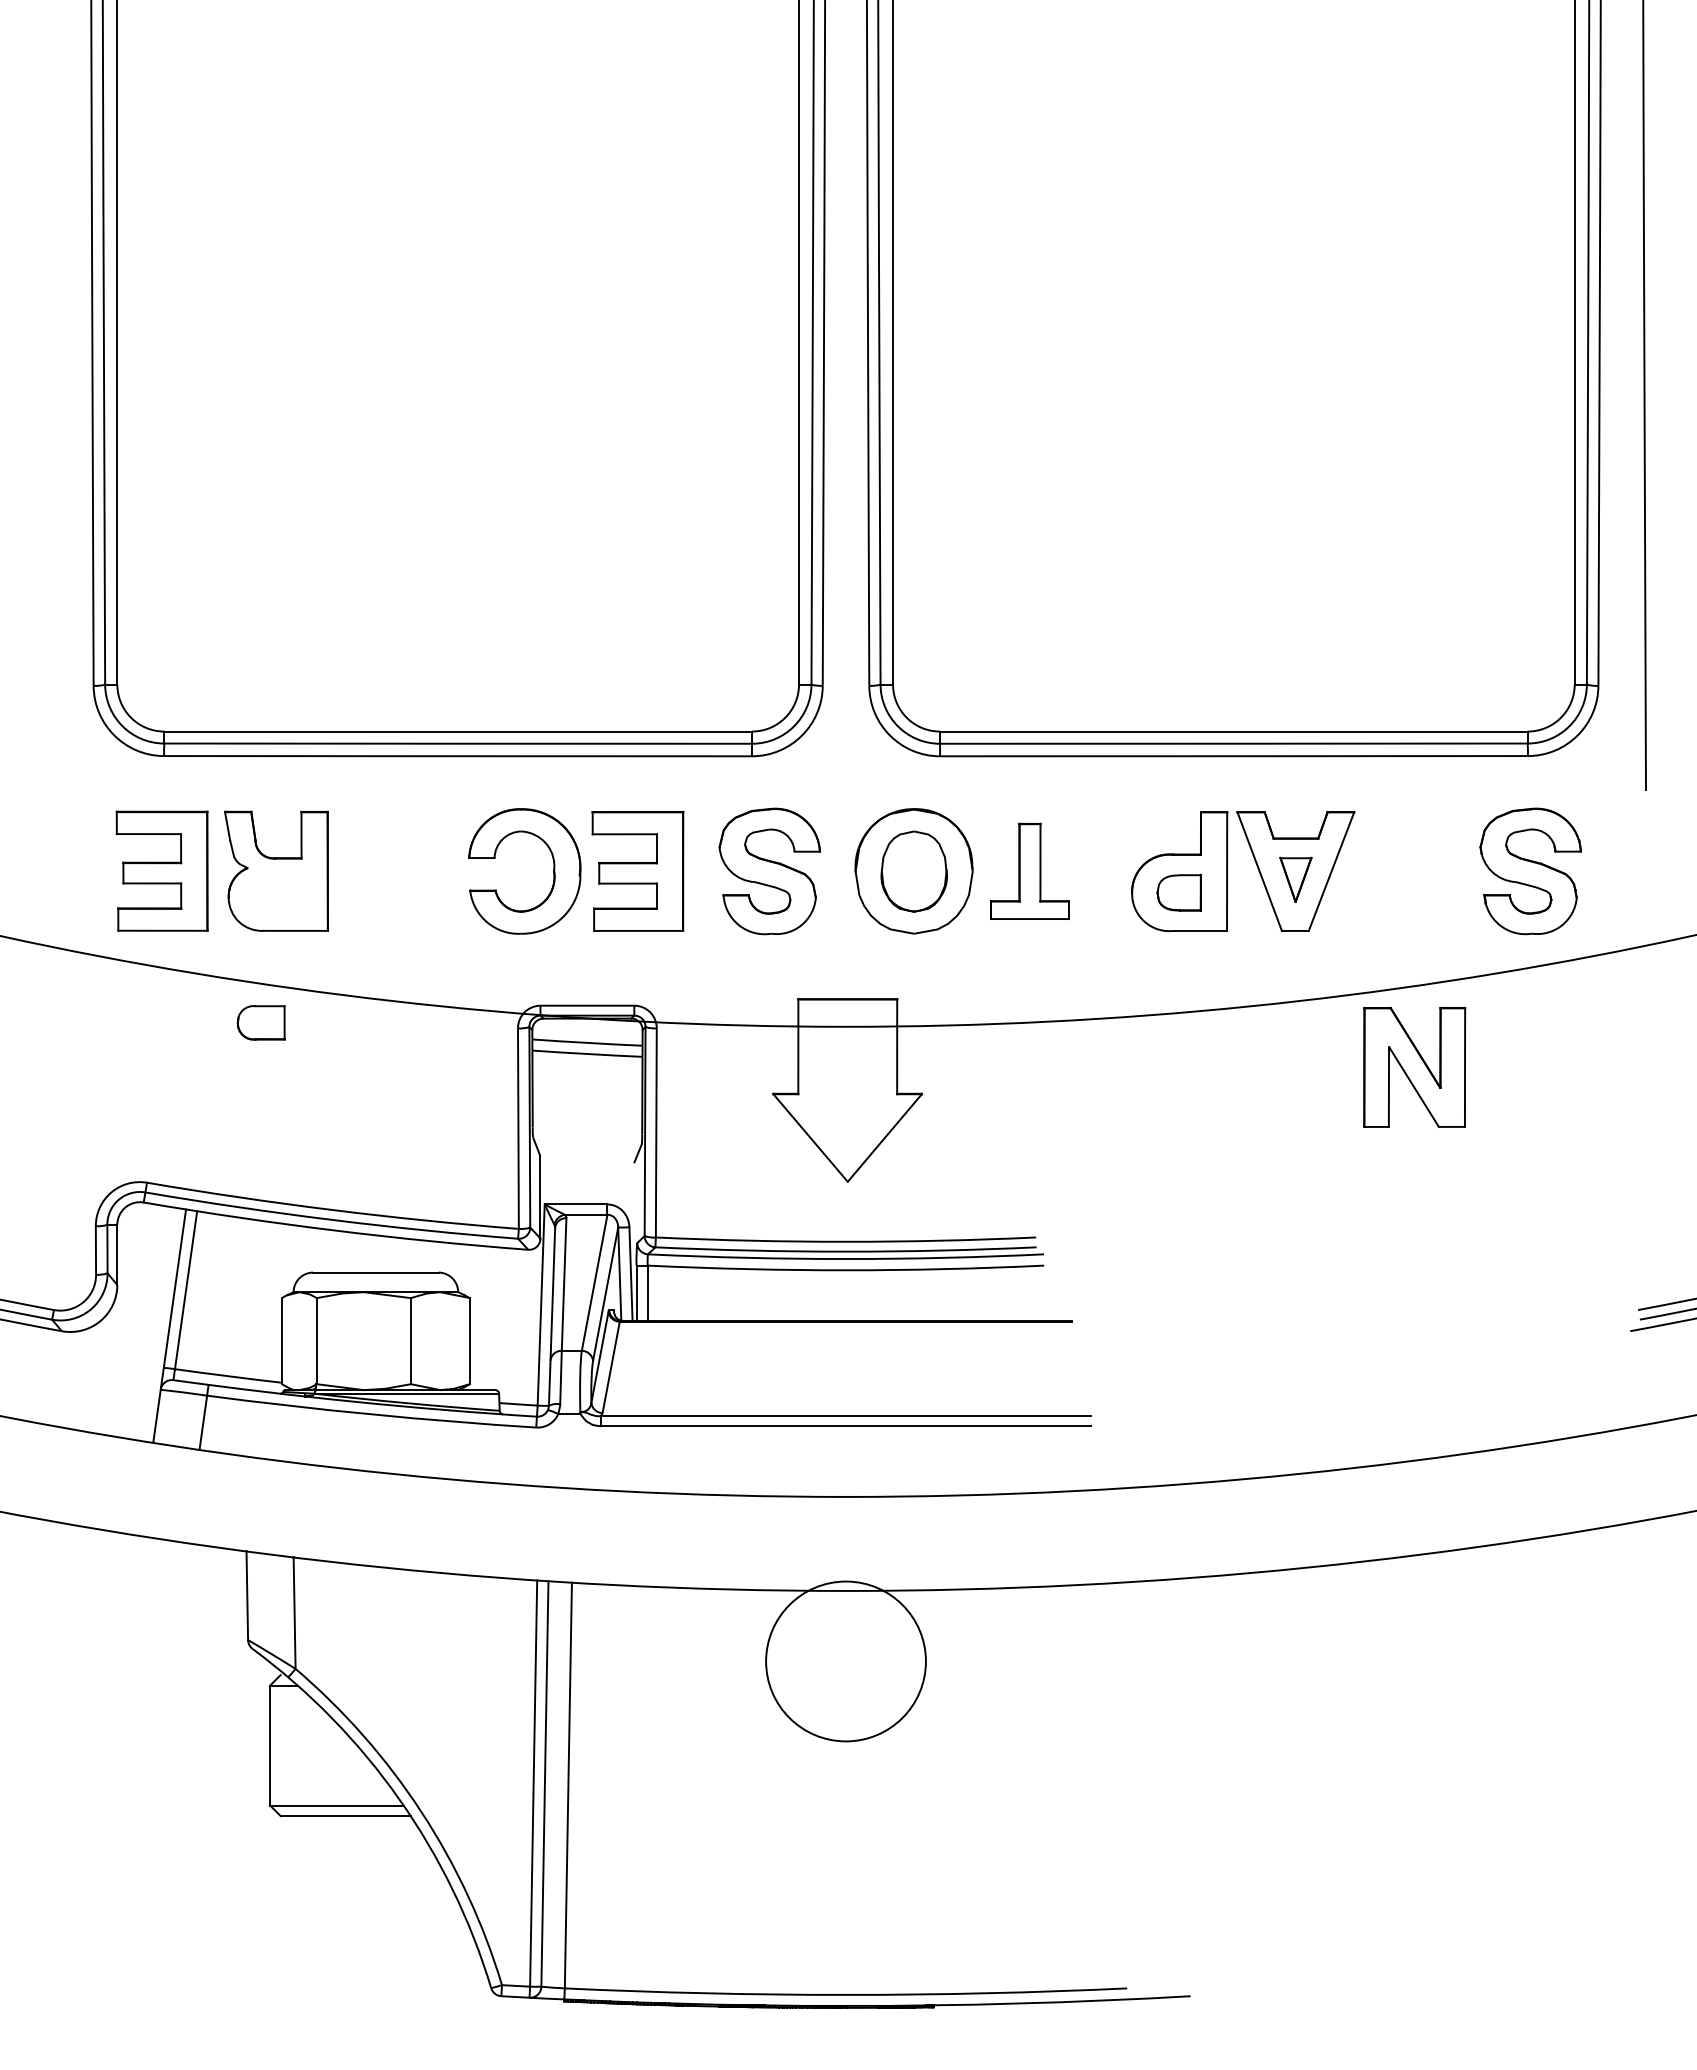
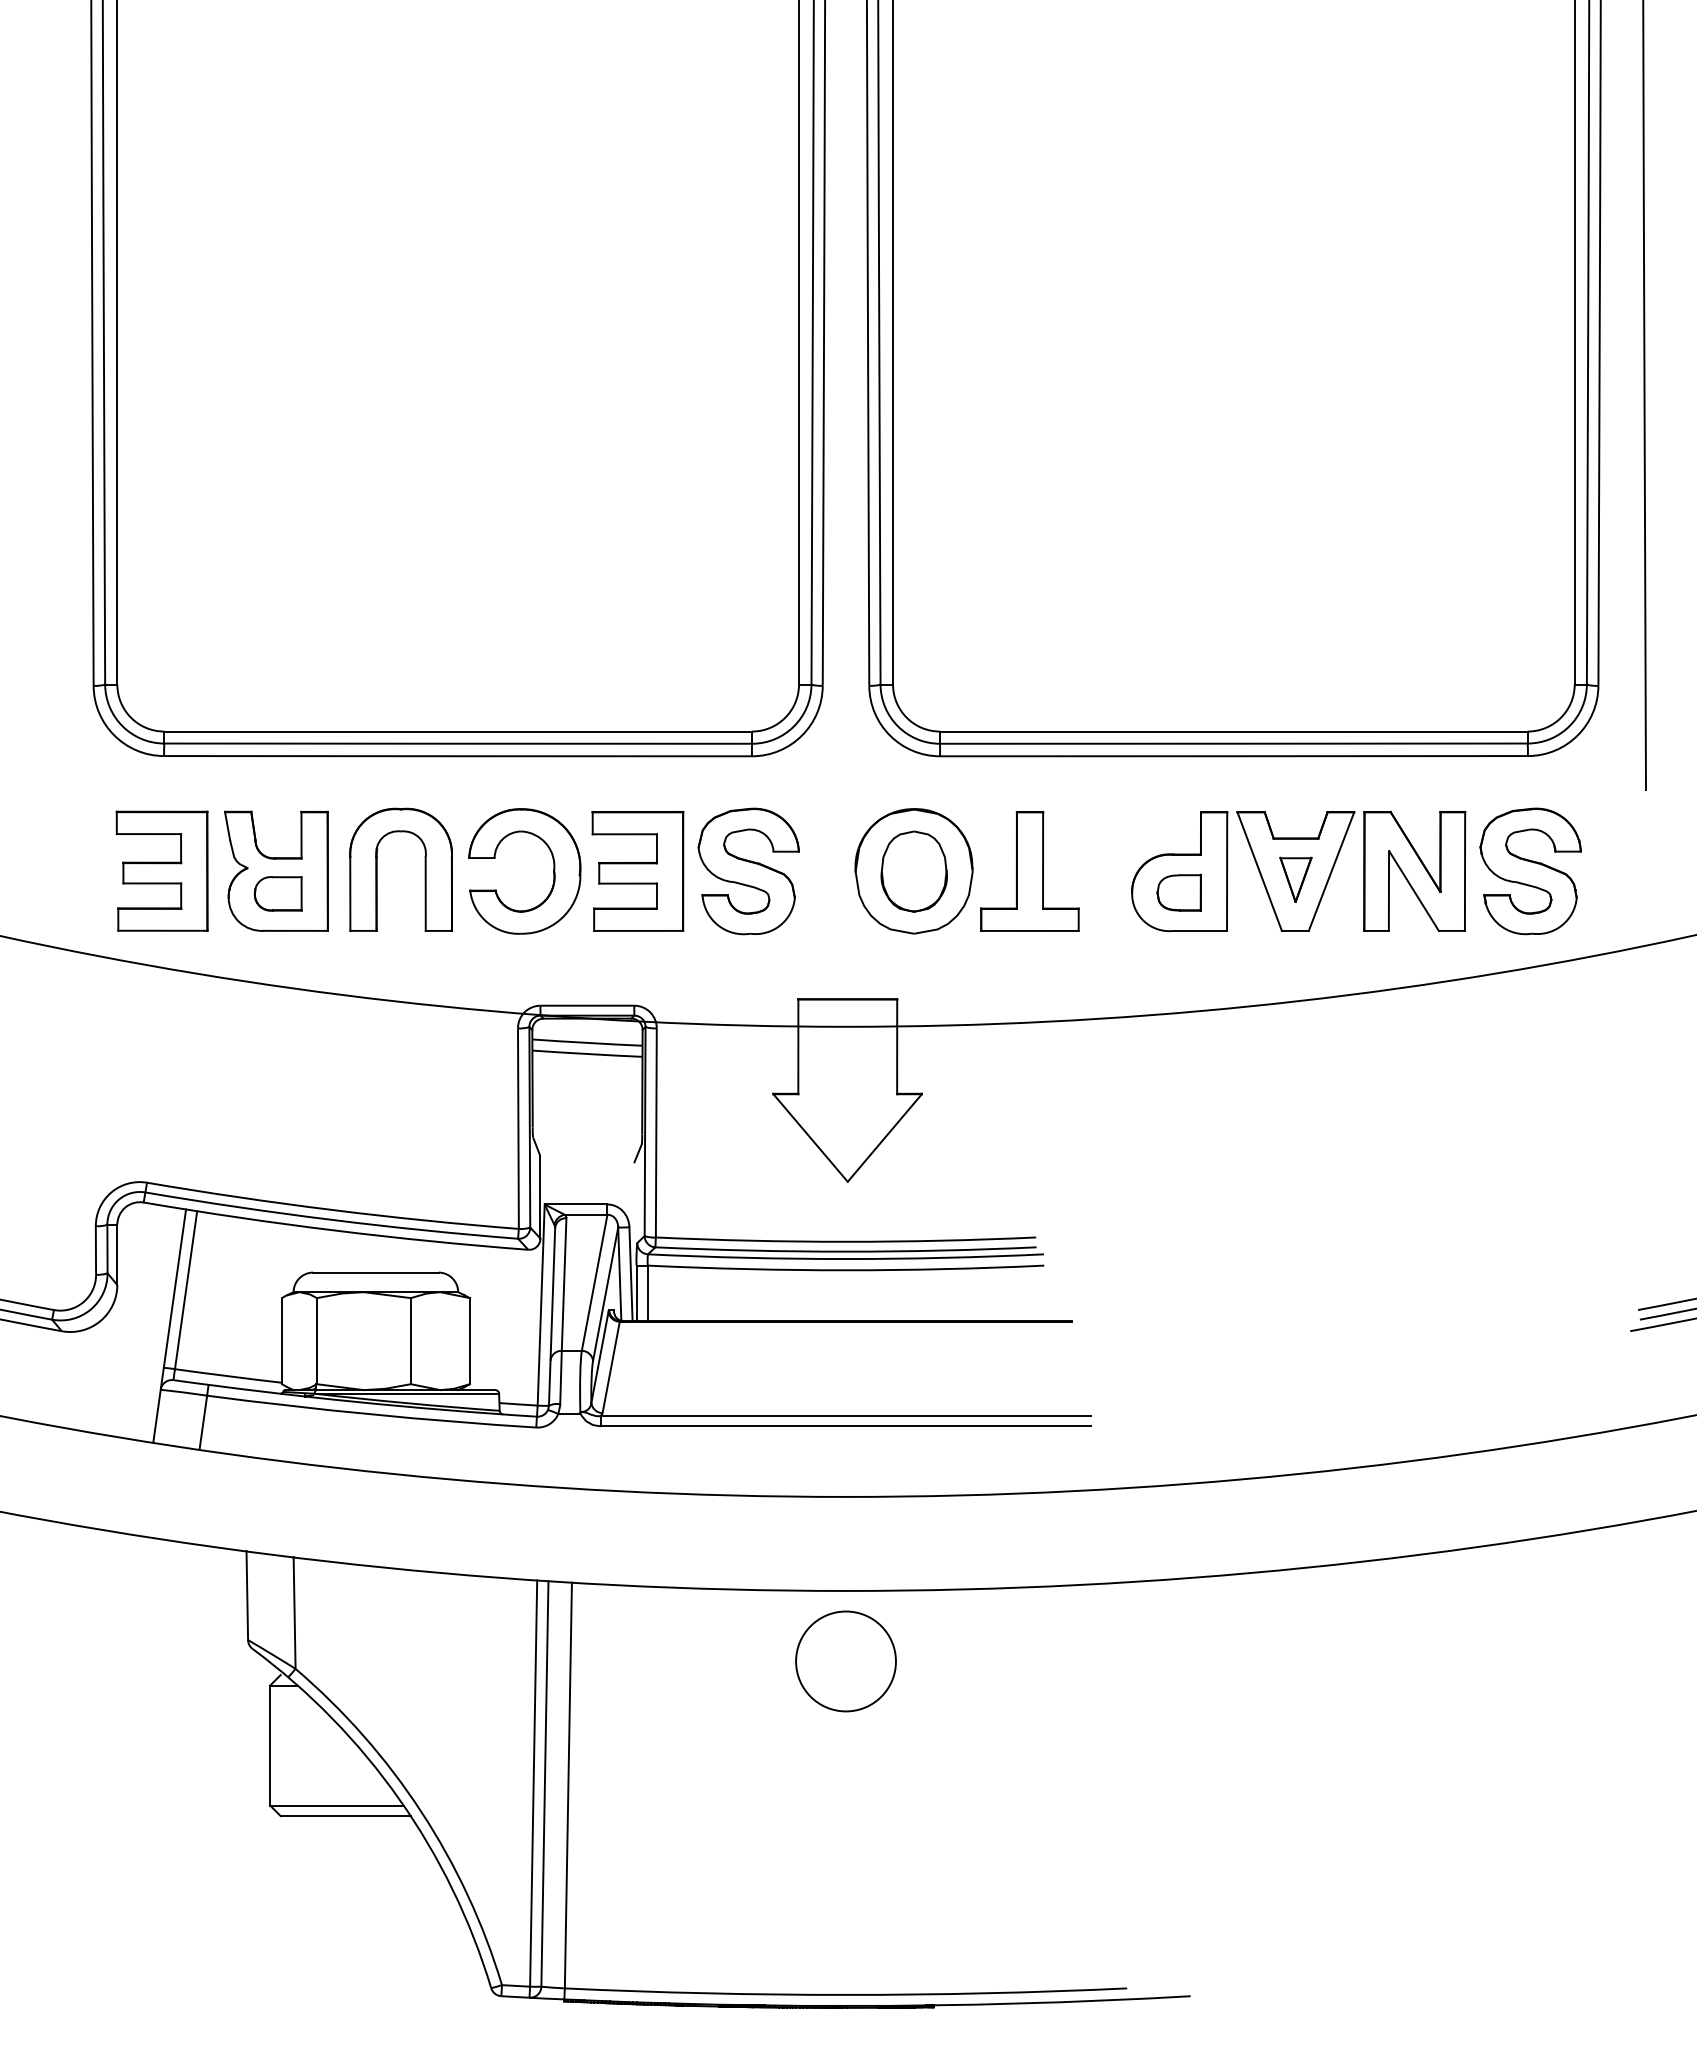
part at (377, 869): none -> present
part at (1029, 870) size: 80x98 px -> 100x121 px
part at (769, 871) position: (769, 871) -> (748, 871)
part at (260, 1022) position: (260, 1022) -> (277, 893)
part at (1414, 1066) position: (1414, 1066) -> (1414, 870)
circle at (845, 1661) diameter: 160 px -> 100 px
